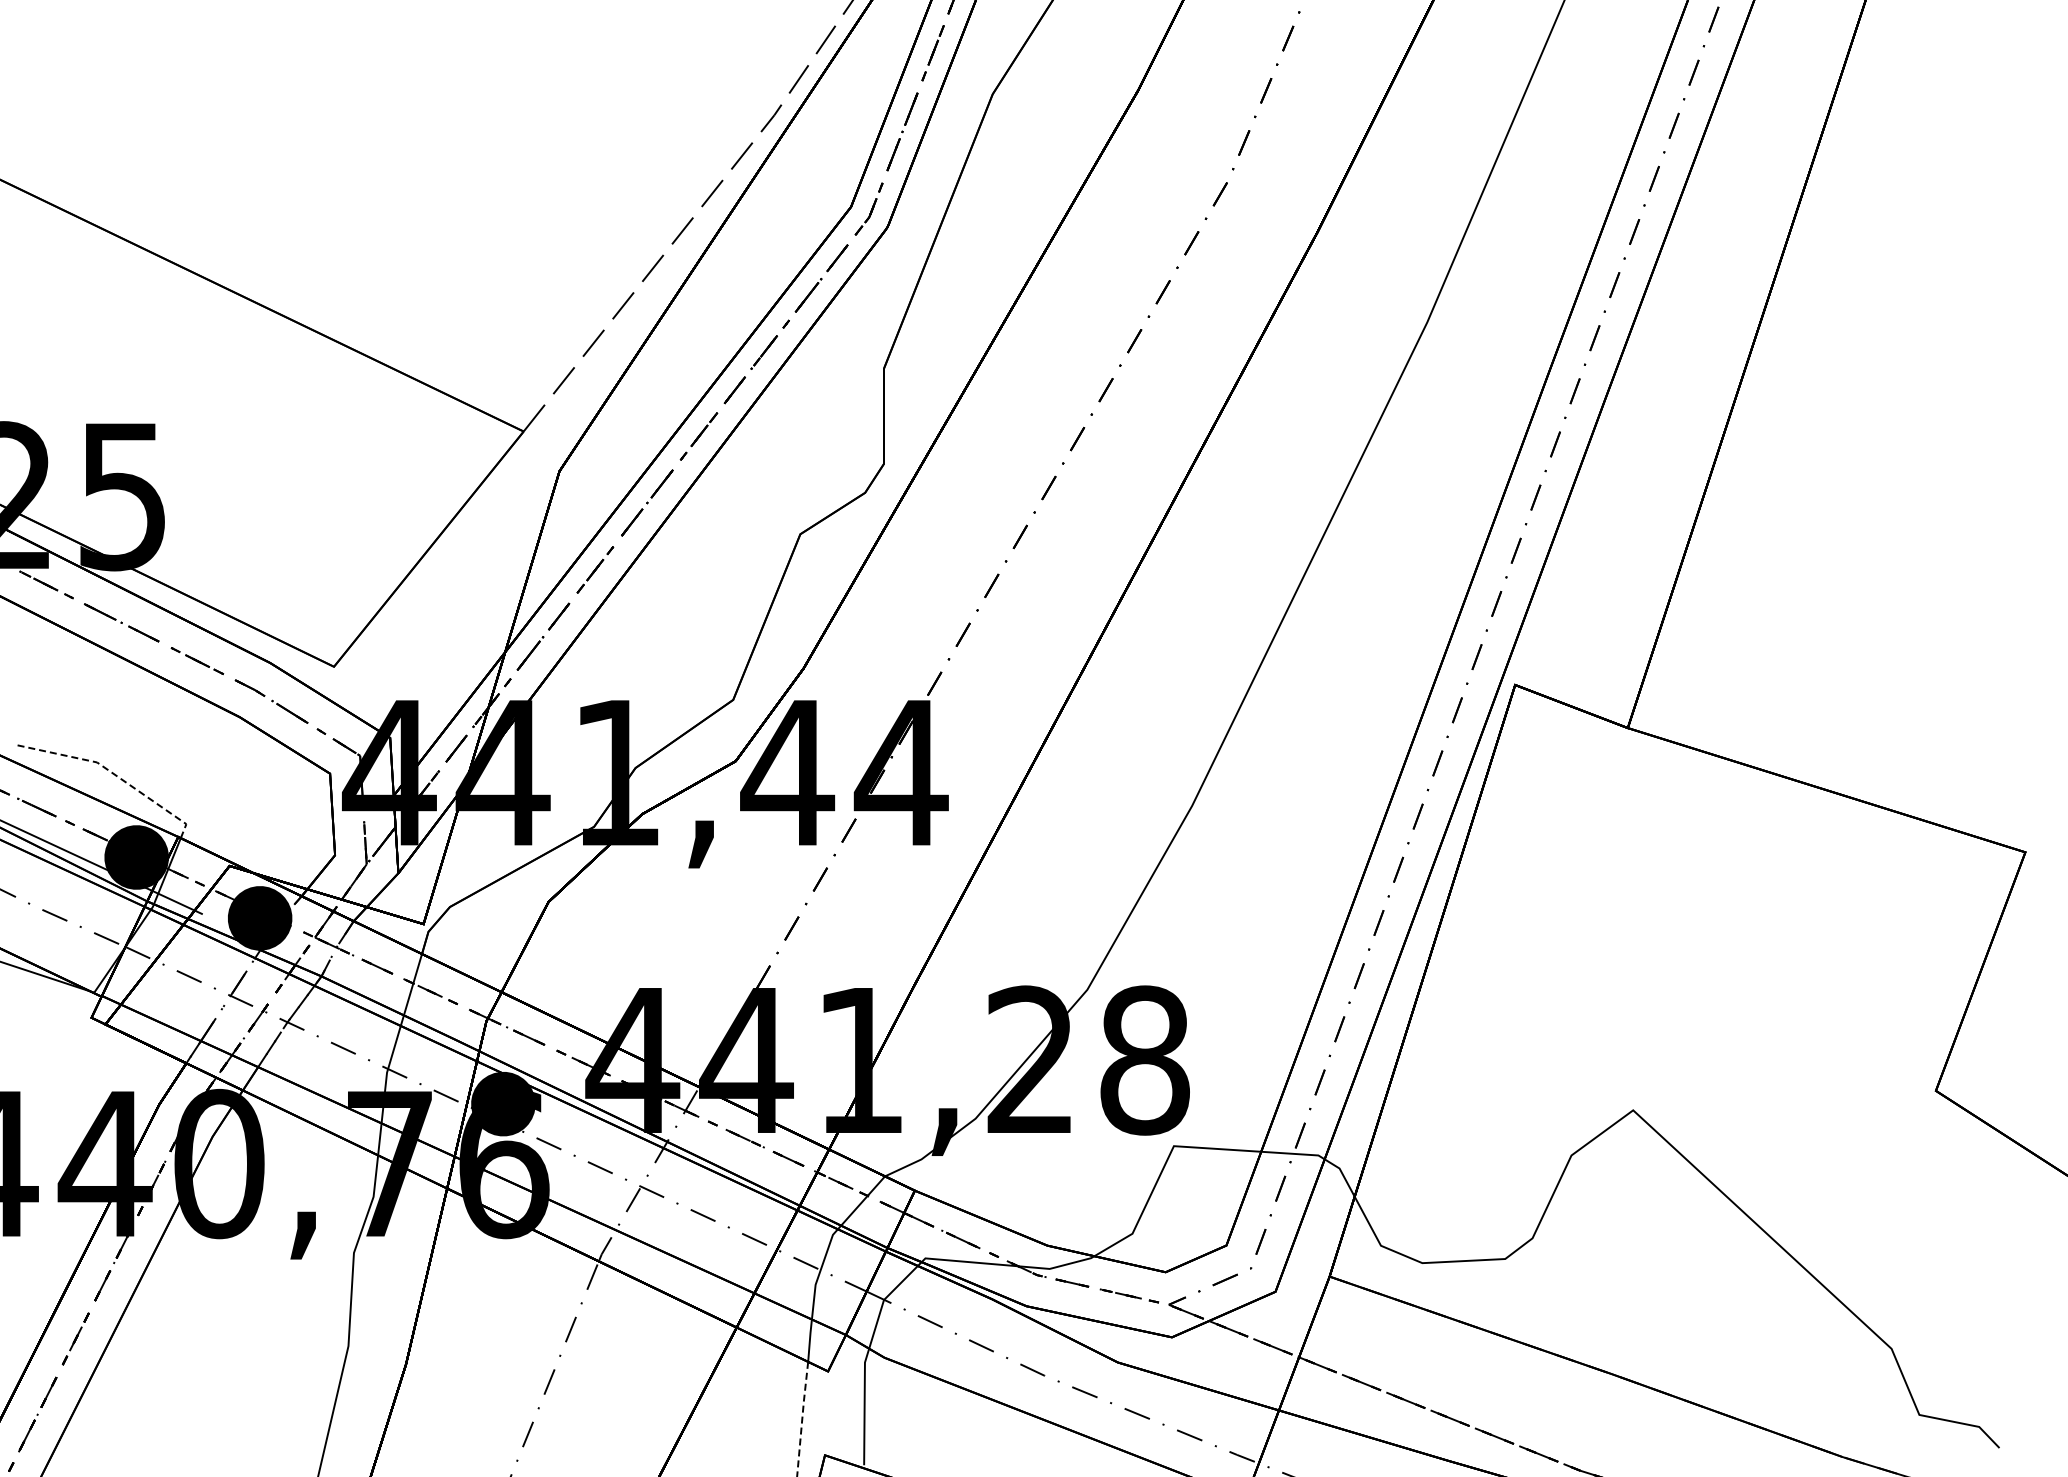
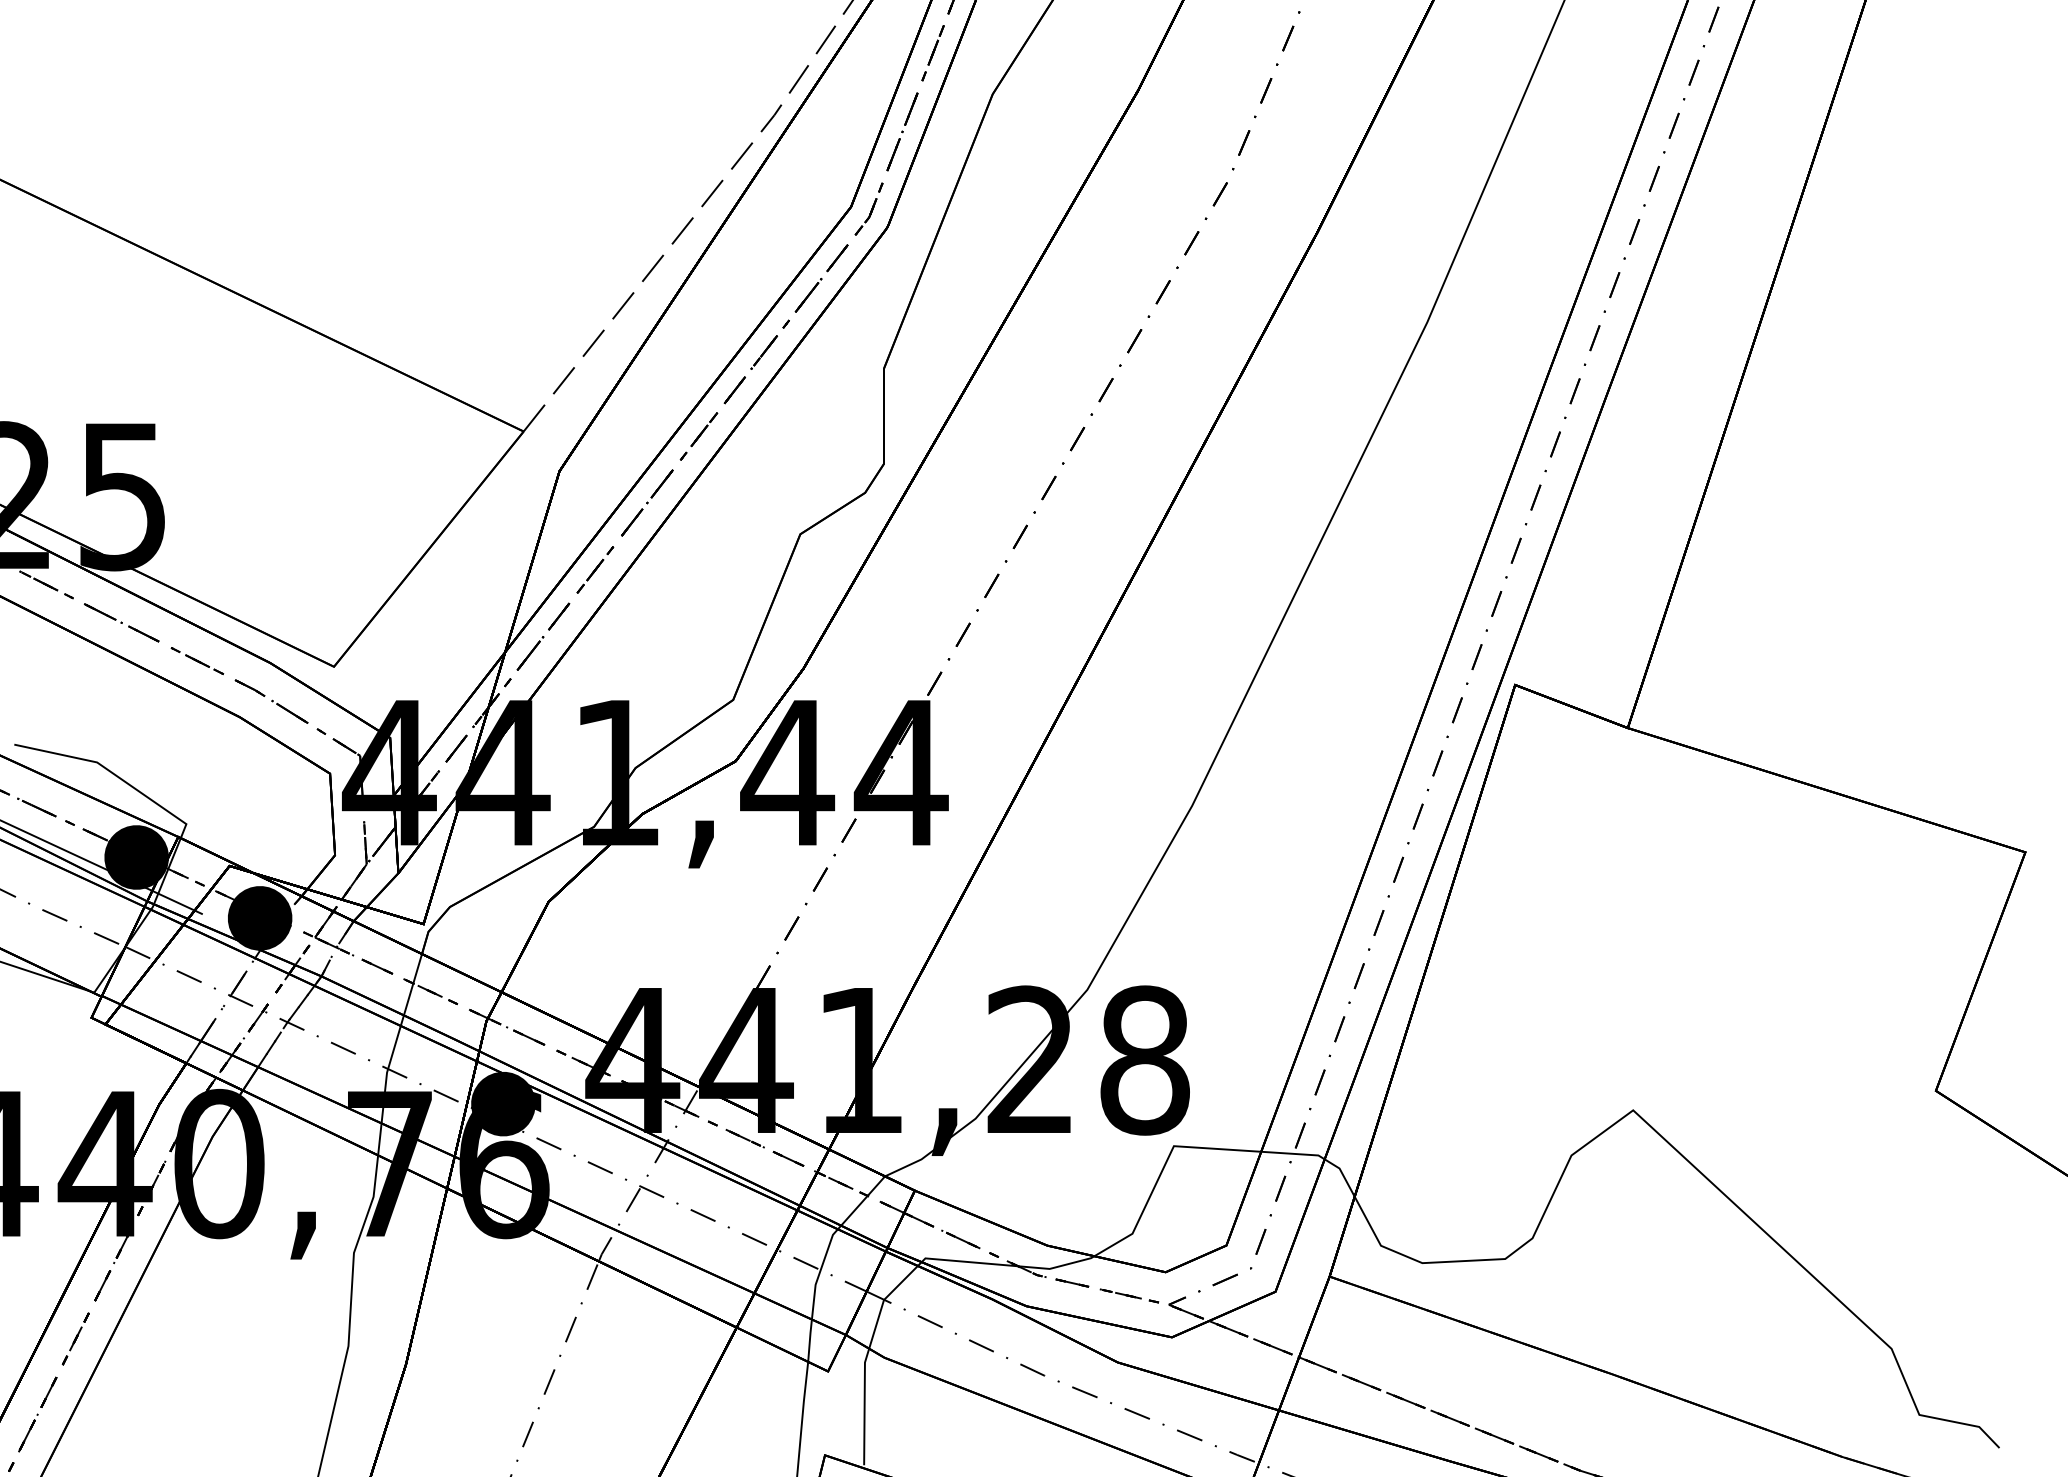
line at (113, 773): dashed -> solid
line at (802, 1419): dashed -> solid
